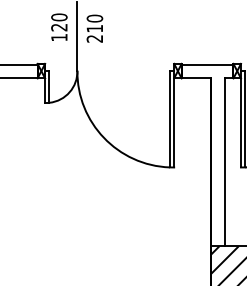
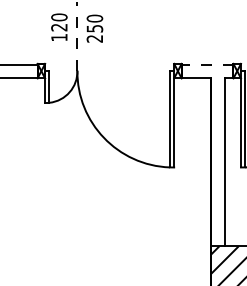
text at (94, 28): 210 -> 250
line at (77, 35): solid -> dashed
line at (207, 64): solid -> dashed
